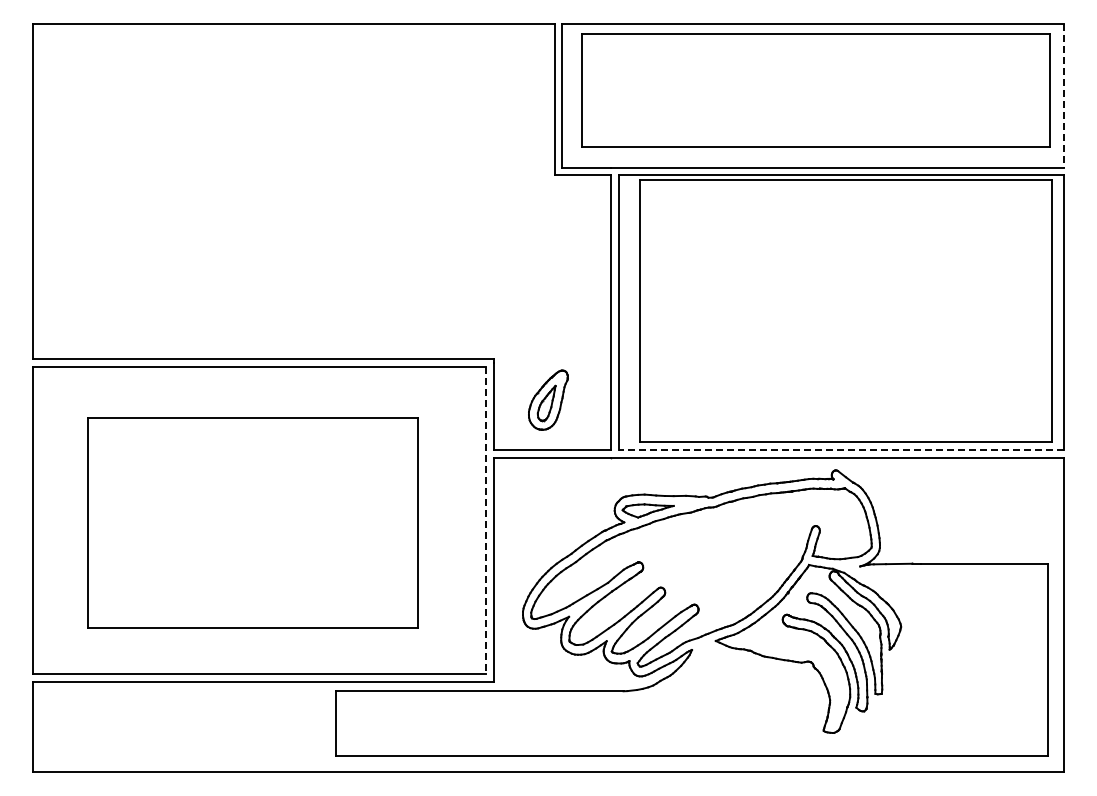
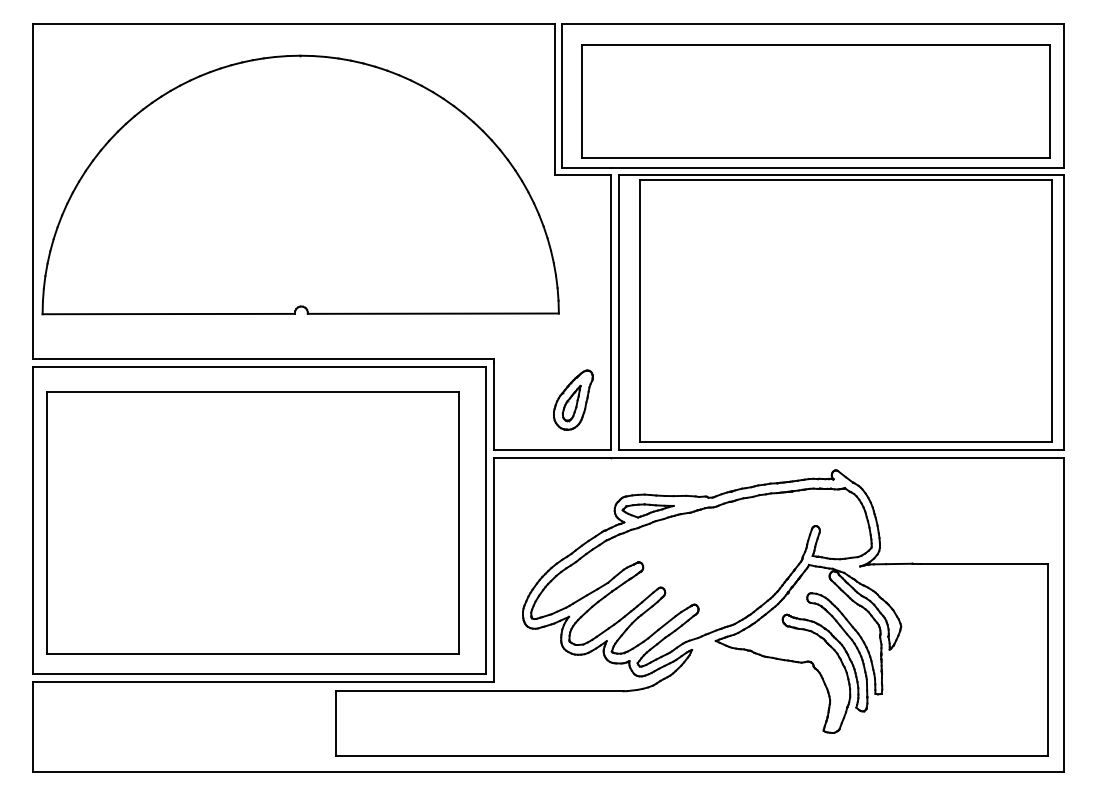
part at (815, 90) position: (815, 90) -> (815, 101)
line at (1064, 95): dashed -> solid
part at (300, 184): none -> present
part at (548, 399) position: (548, 399) -> (573, 399)
line at (841, 450): dashed -> solid
line at (486, 520): dashed -> solid
part at (252, 522) size: 332x212 px -> 414x264 px
